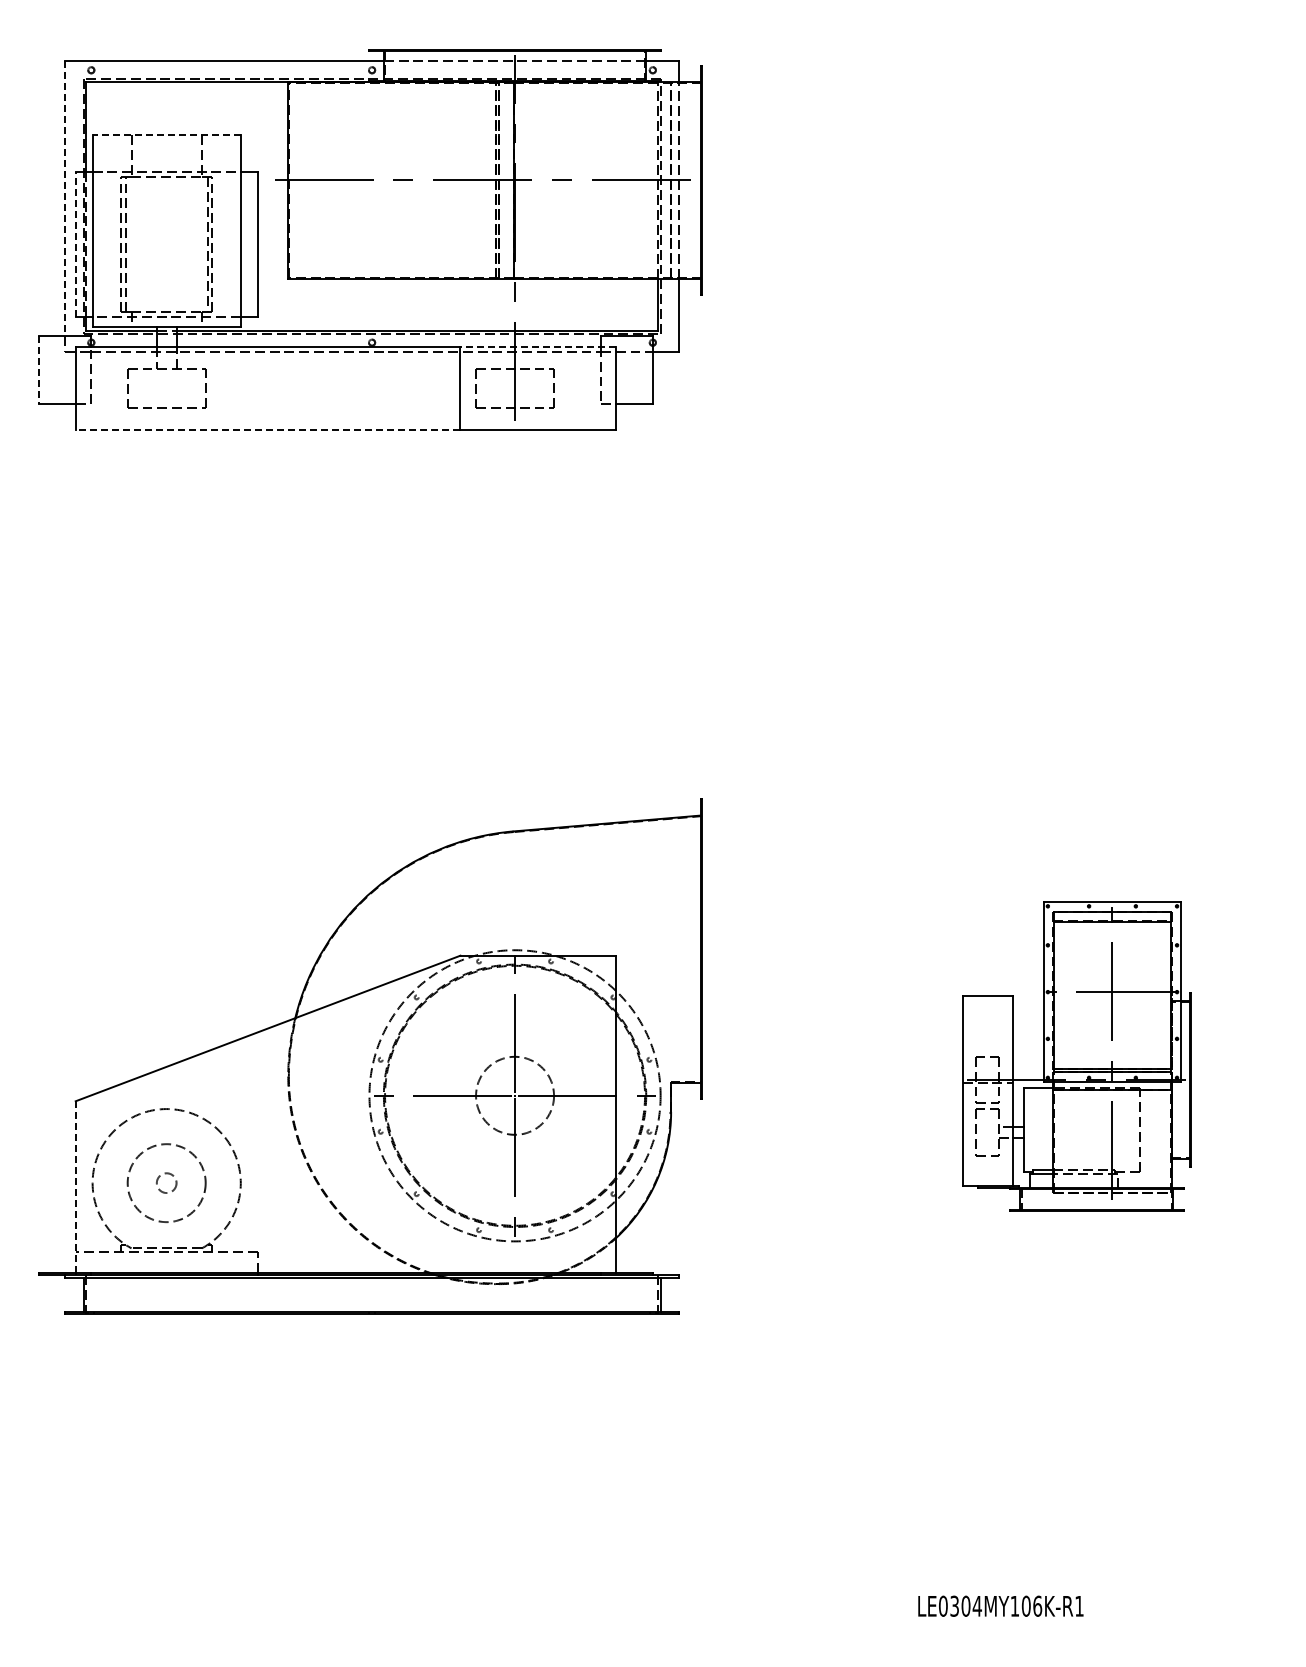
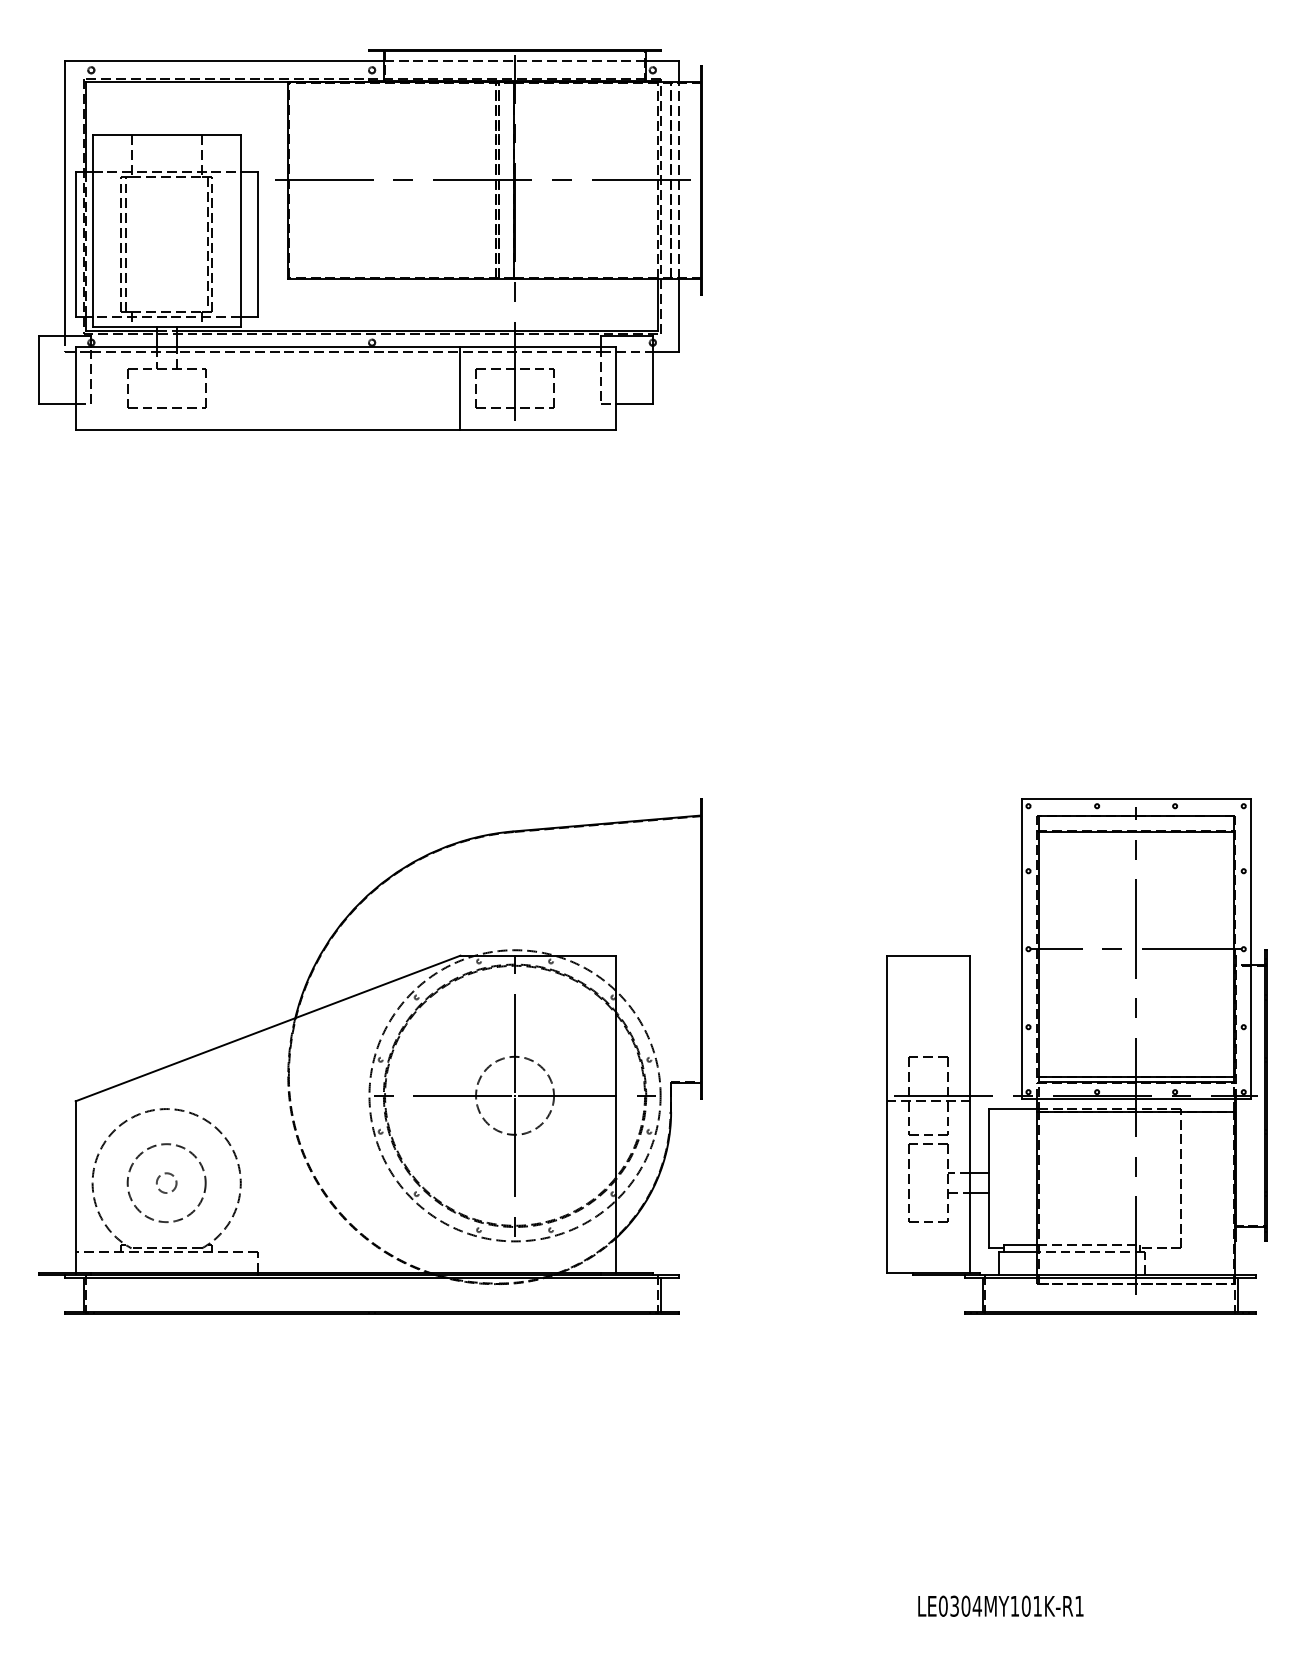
line at (166, 135): dashed -> solid
line at (65, 198): dashed -> solid
line at (75, 244): dashed -> solid
line at (538, 346): dashed -> solid
line at (39, 370): dashed -> solid
line at (267, 430): dashed -> solid
part at (1076, 1056) size: 230x311 px -> 382x517 px
line at (75, 1187): dashed -> solid
text at (1037, 1605): LE0304MY106K-R1 -> LE0304MY101K-R1
